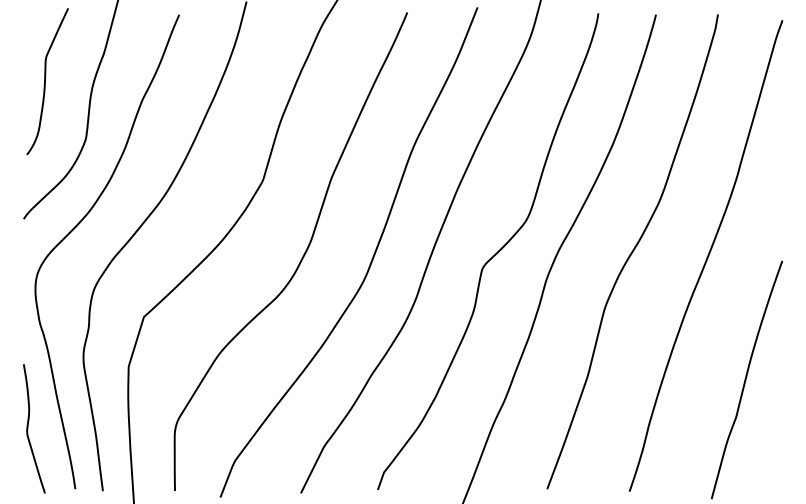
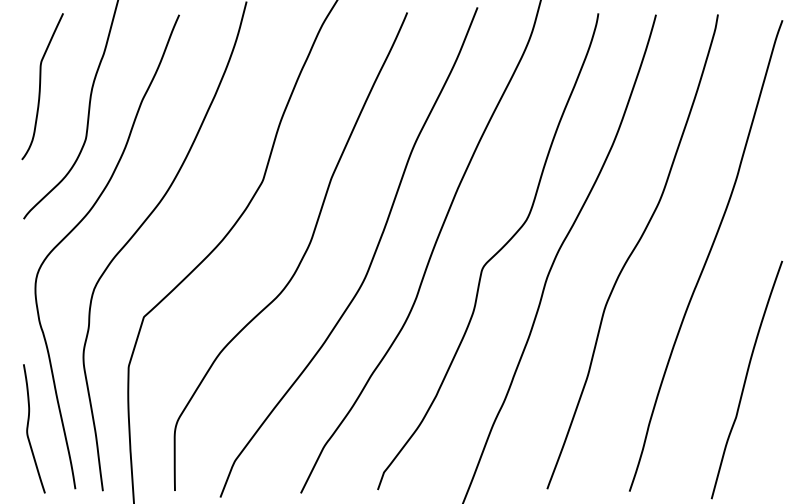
curve at (45, 81) position: (45, 81) -> (40, 86)
